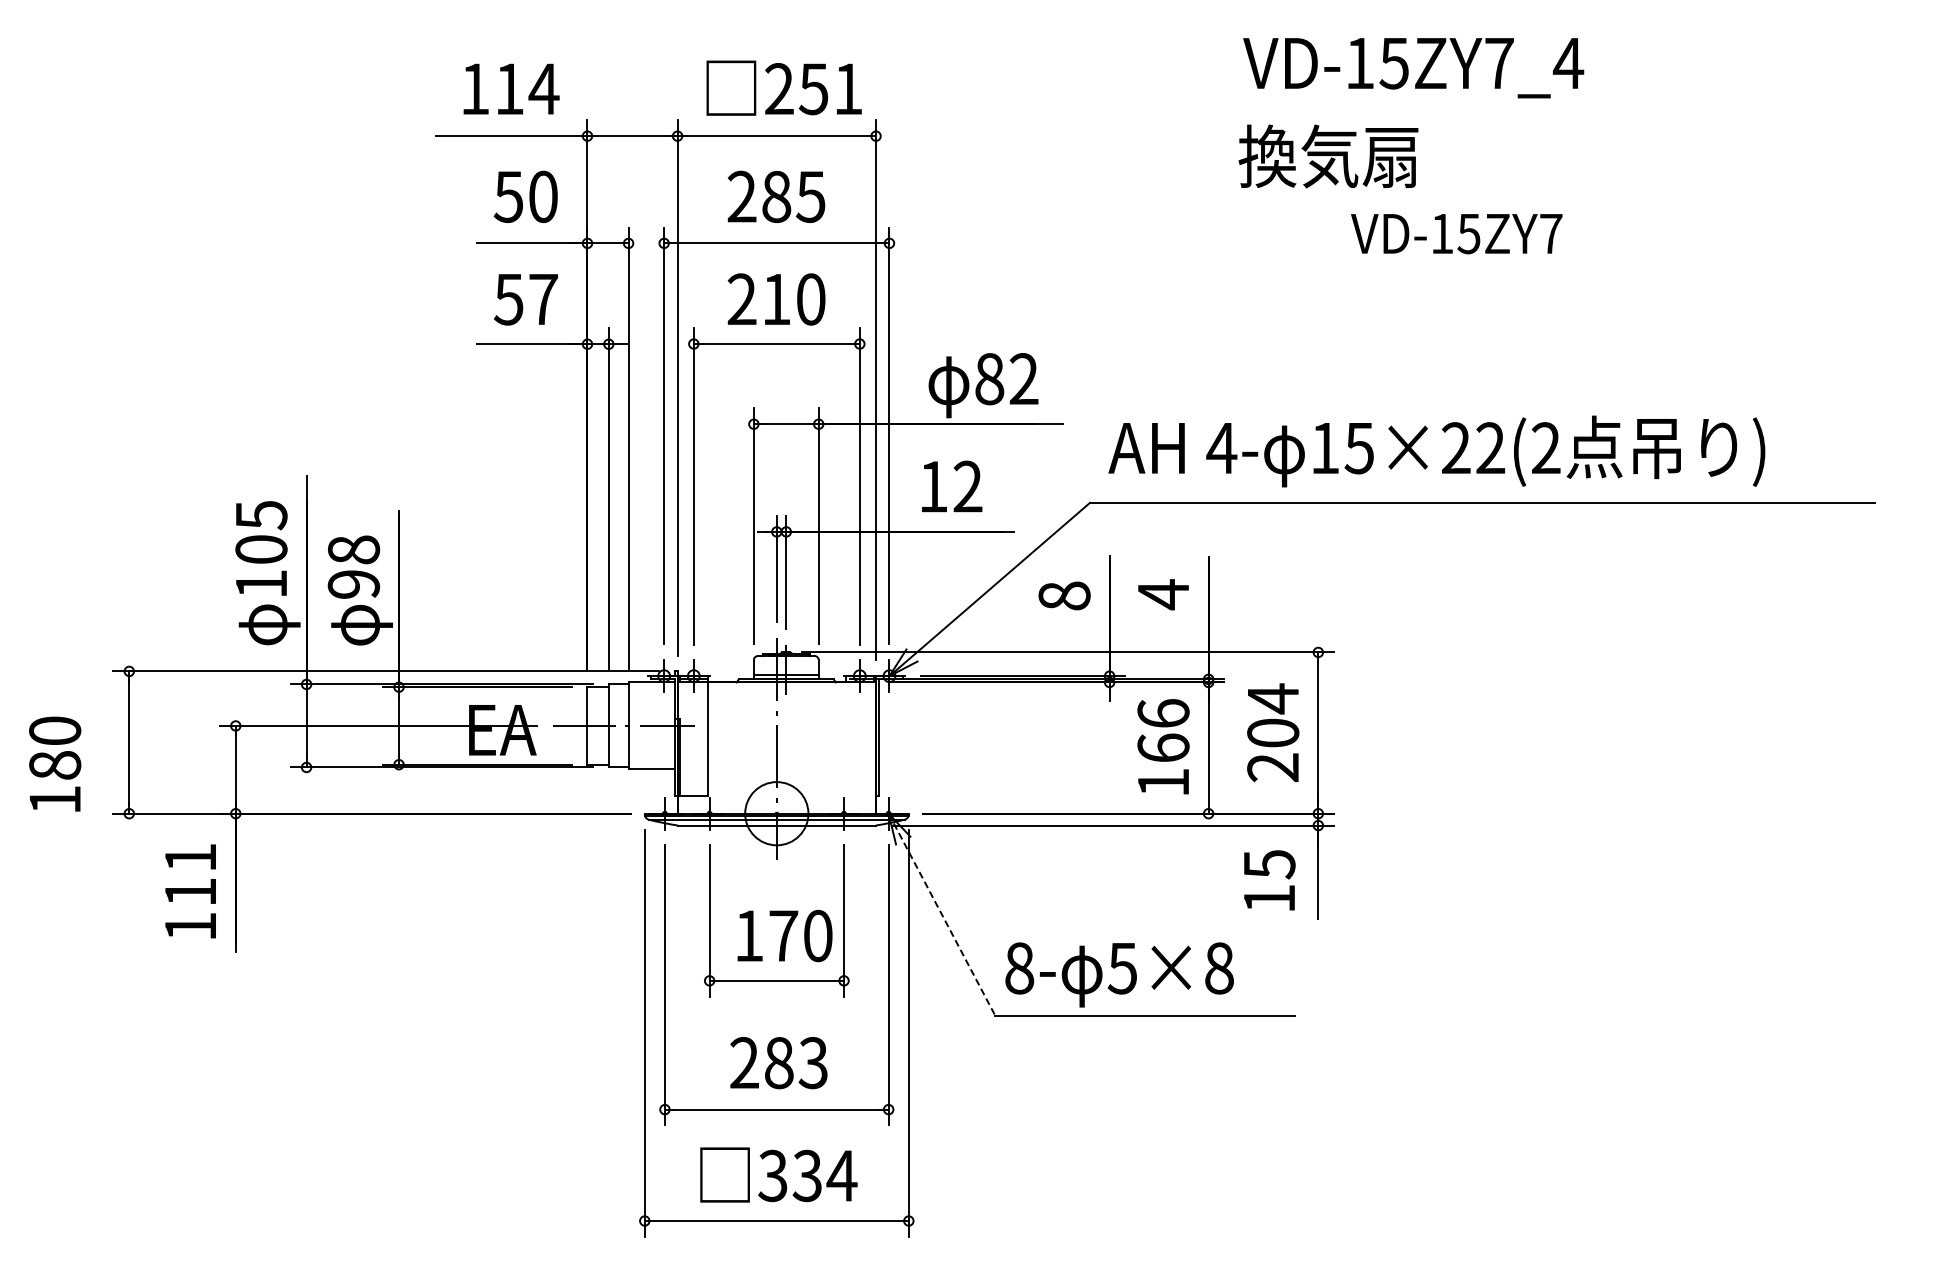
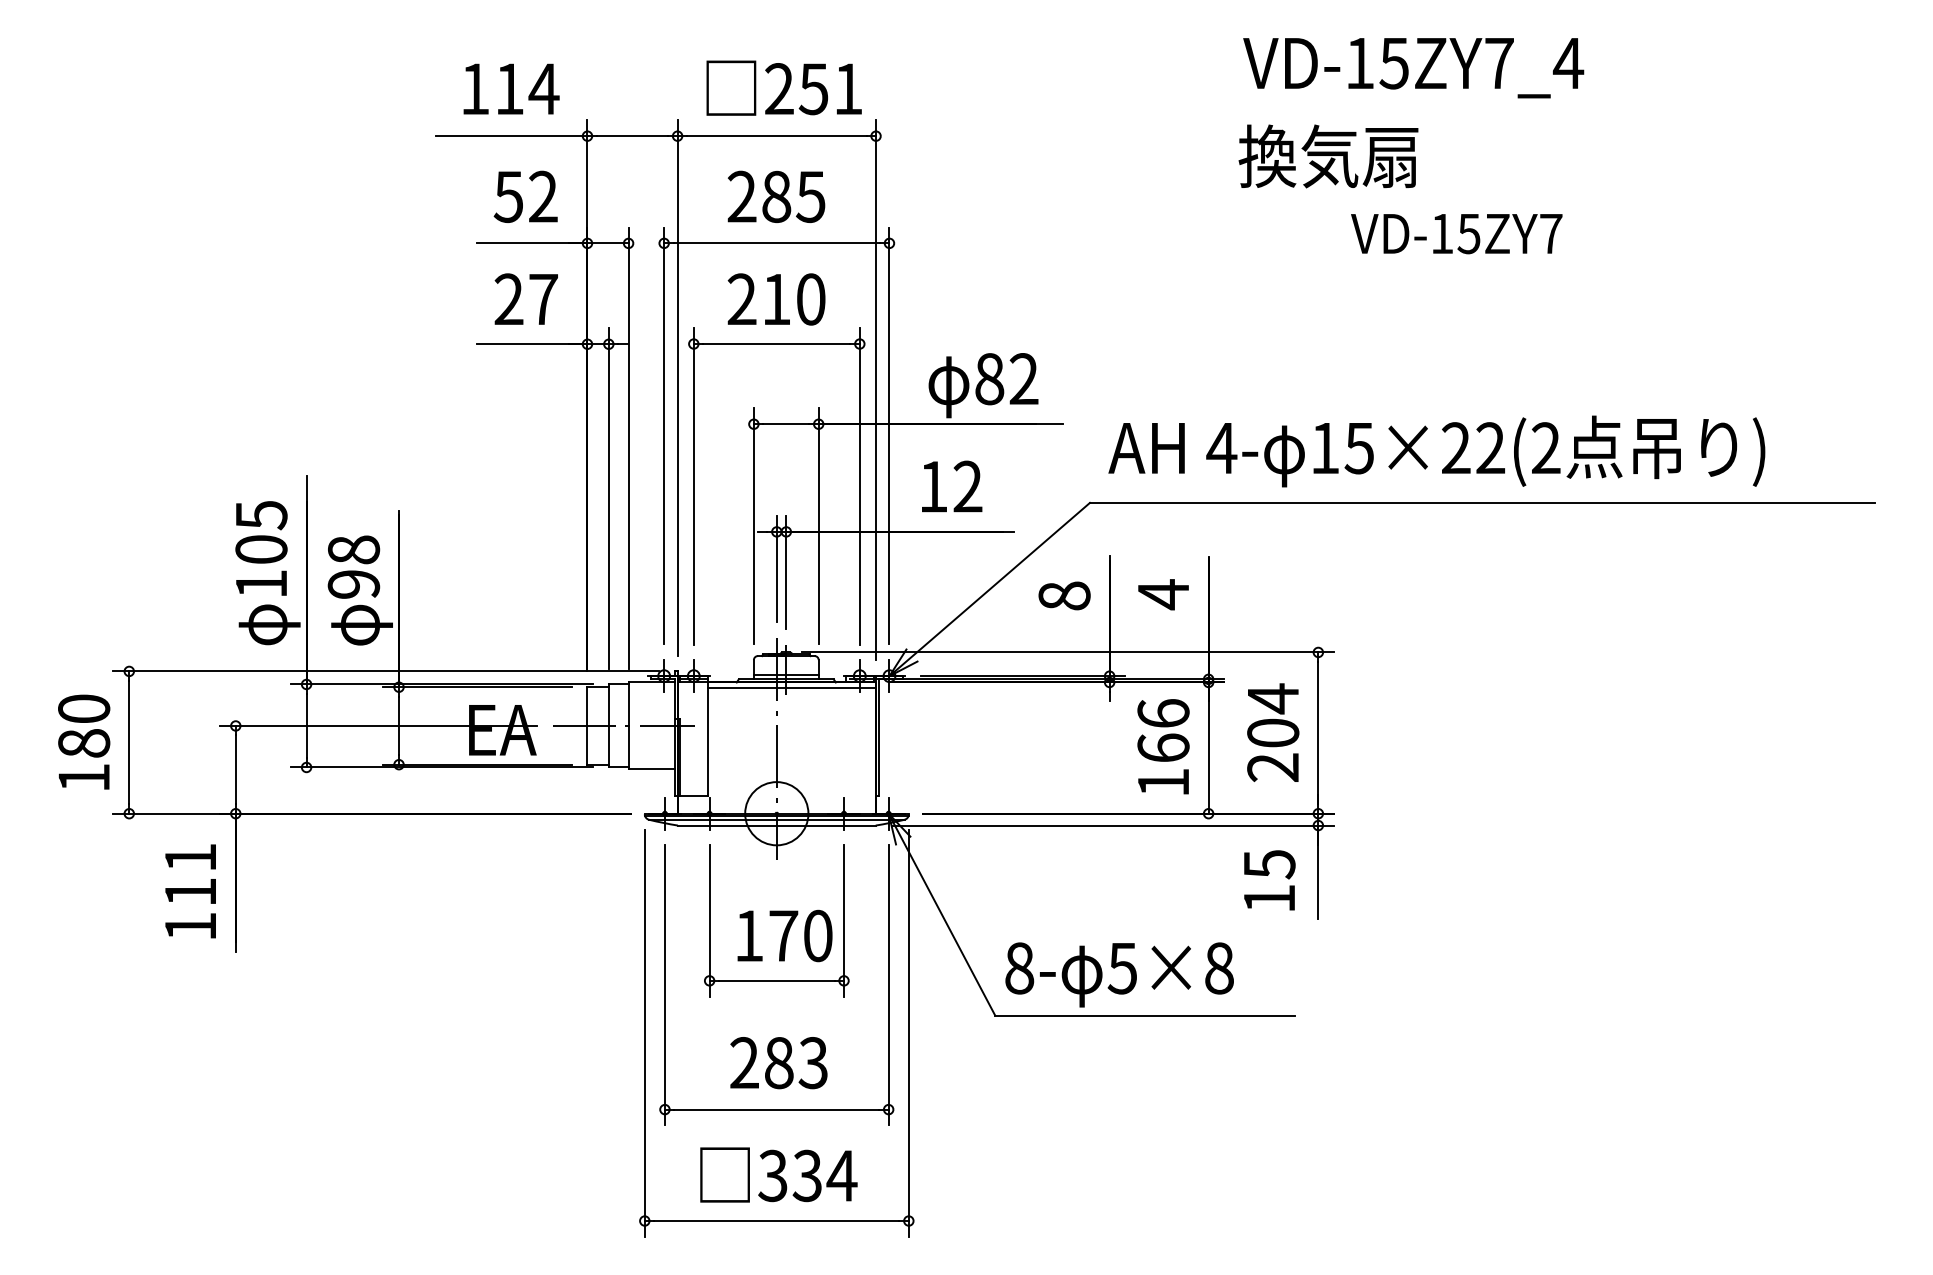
text at (543, 196): 50 -> 52
text at (508, 299): 57 -> 27
line at (791, 688): none -> present
text at (55, 763) position: (55, 763) -> (84, 741)
line at (942, 915): dashed -> solid
